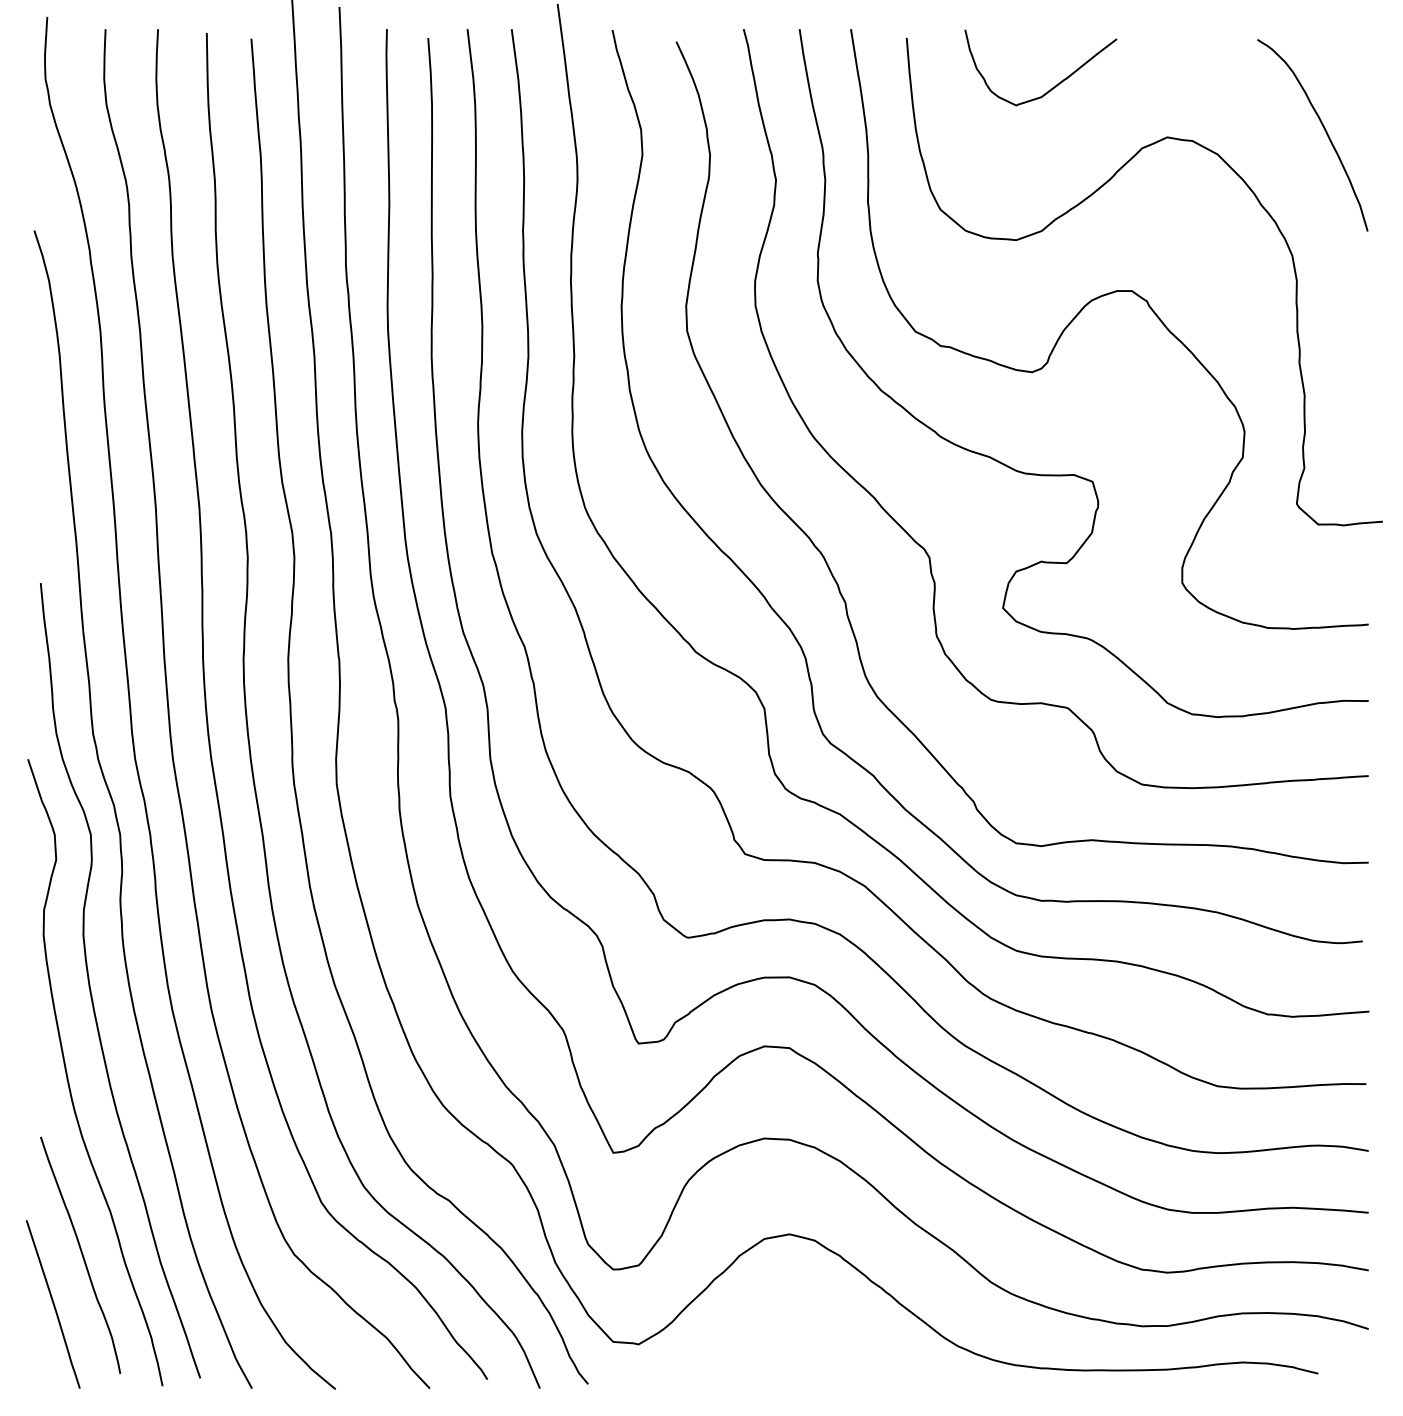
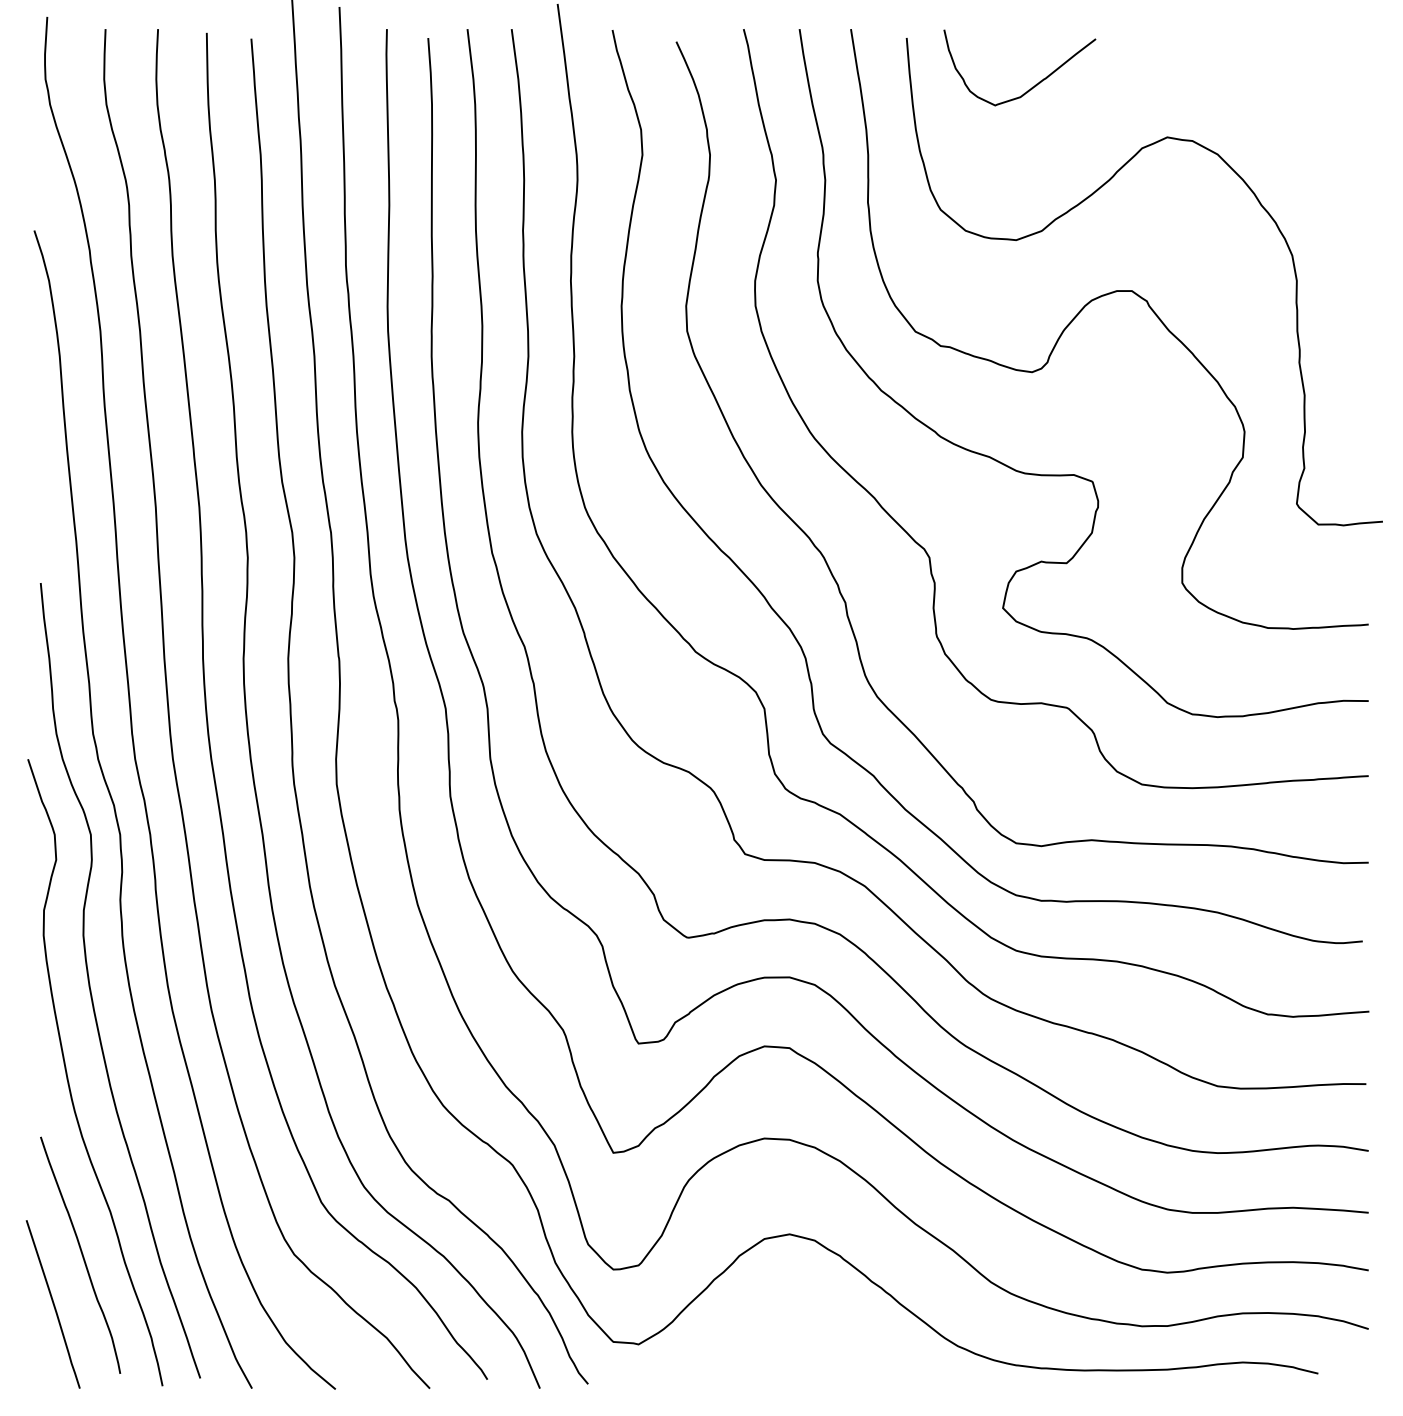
curve at (1053, 86) position: (1053, 86) -> (1032, 86)
curve at (1324, 130): present -> none
